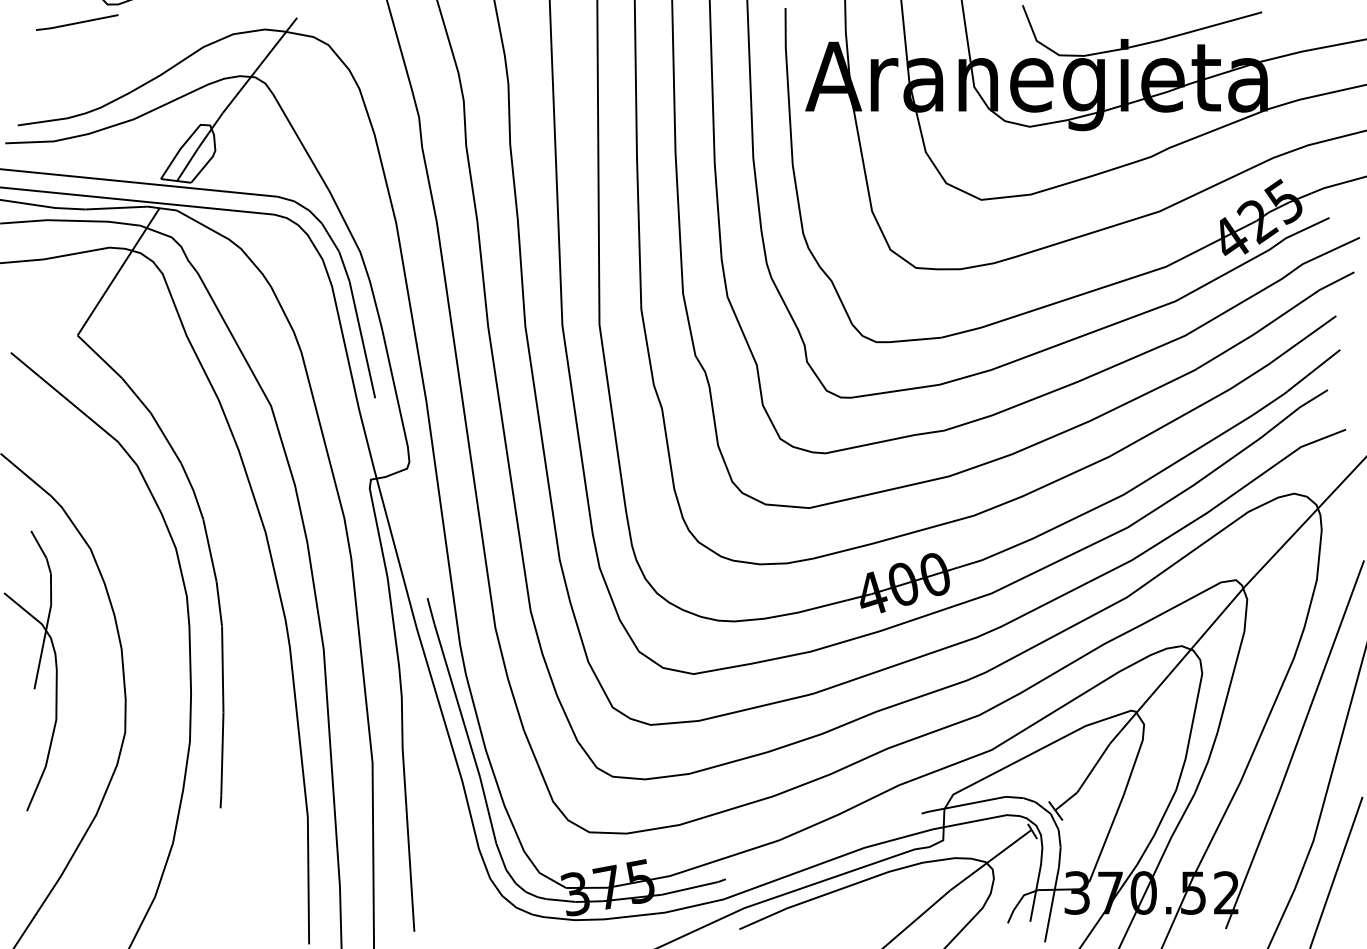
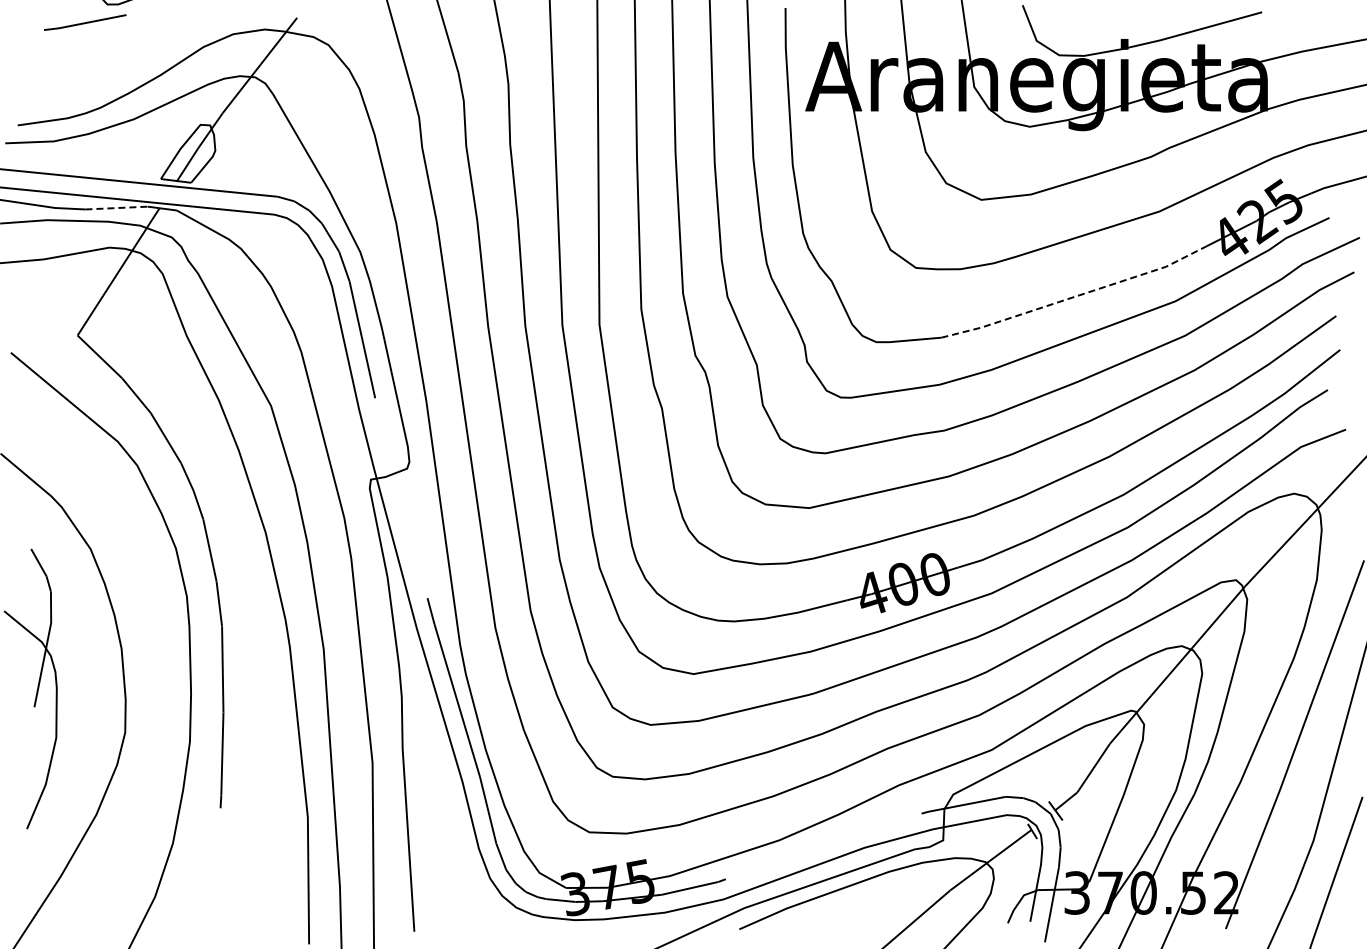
line at (77, 22) position: (77, 22) -> (85, 22)
line at (117, 208): solid -> dashed
line at (1075, 296): solid -> dashed
part at (36, 672) position: (36, 672) -> (36, 690)
